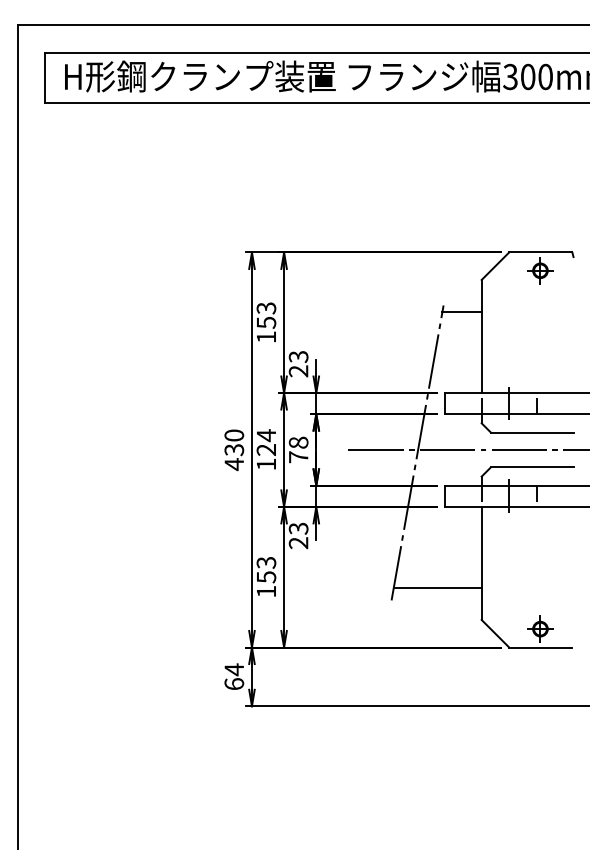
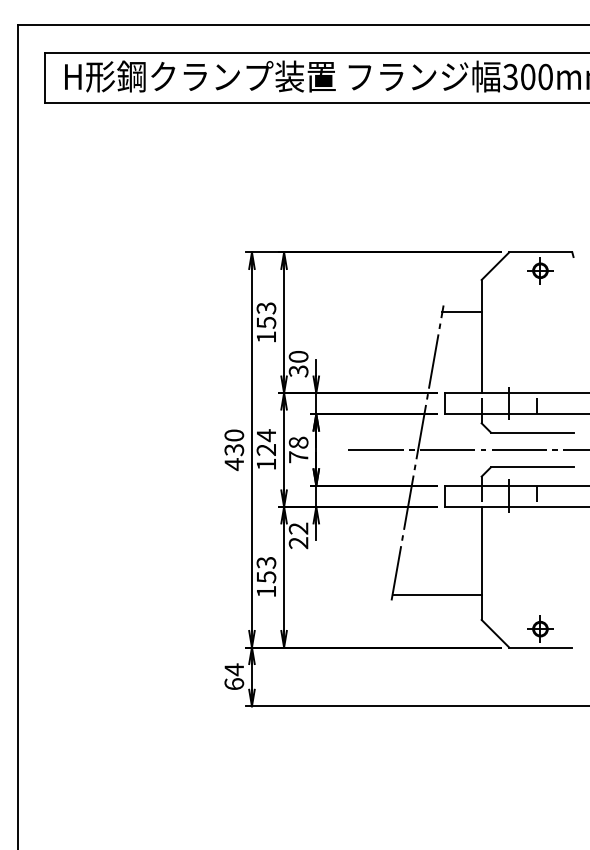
text at (298, 364): 23 -> 30
text at (298, 528): 23 -> 22
line at (437, 587) position: (437, 587) -> (437, 594)
